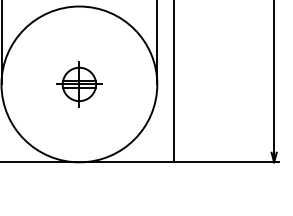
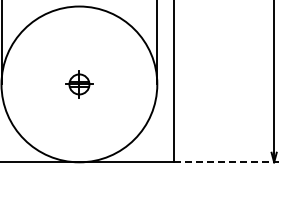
part at (79, 84) size: 47x47 px -> 29x29 px
line at (227, 162): solid -> dashed
